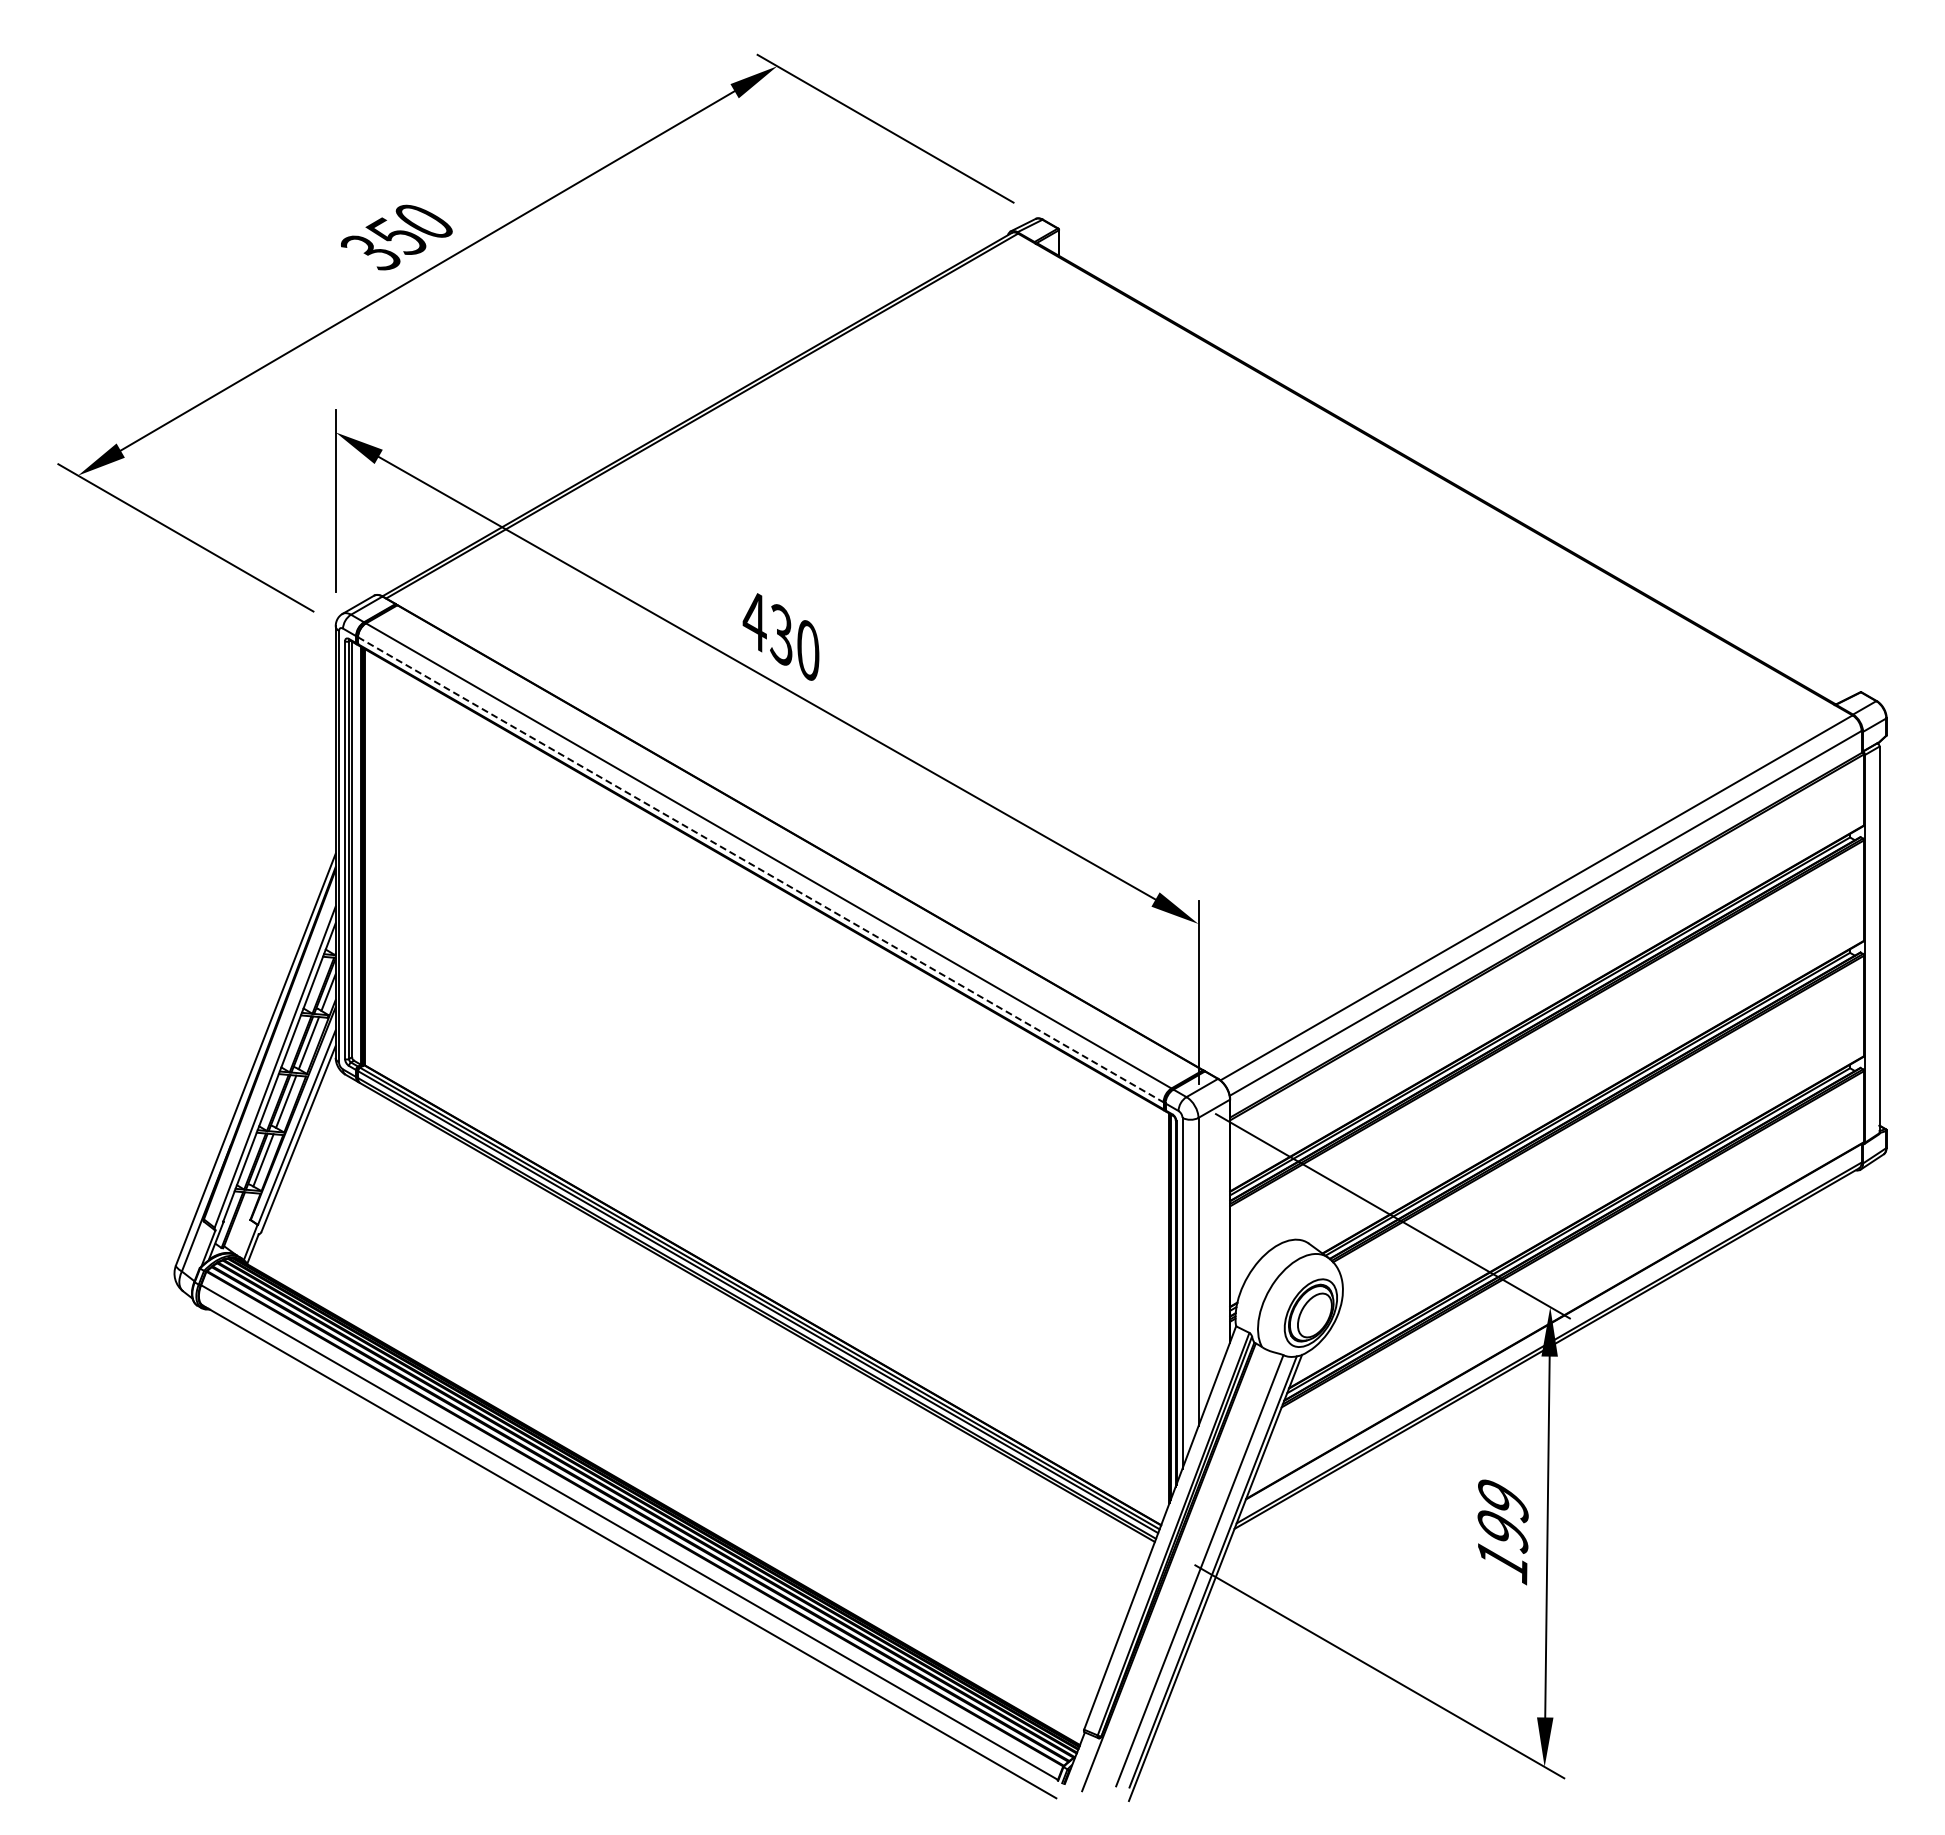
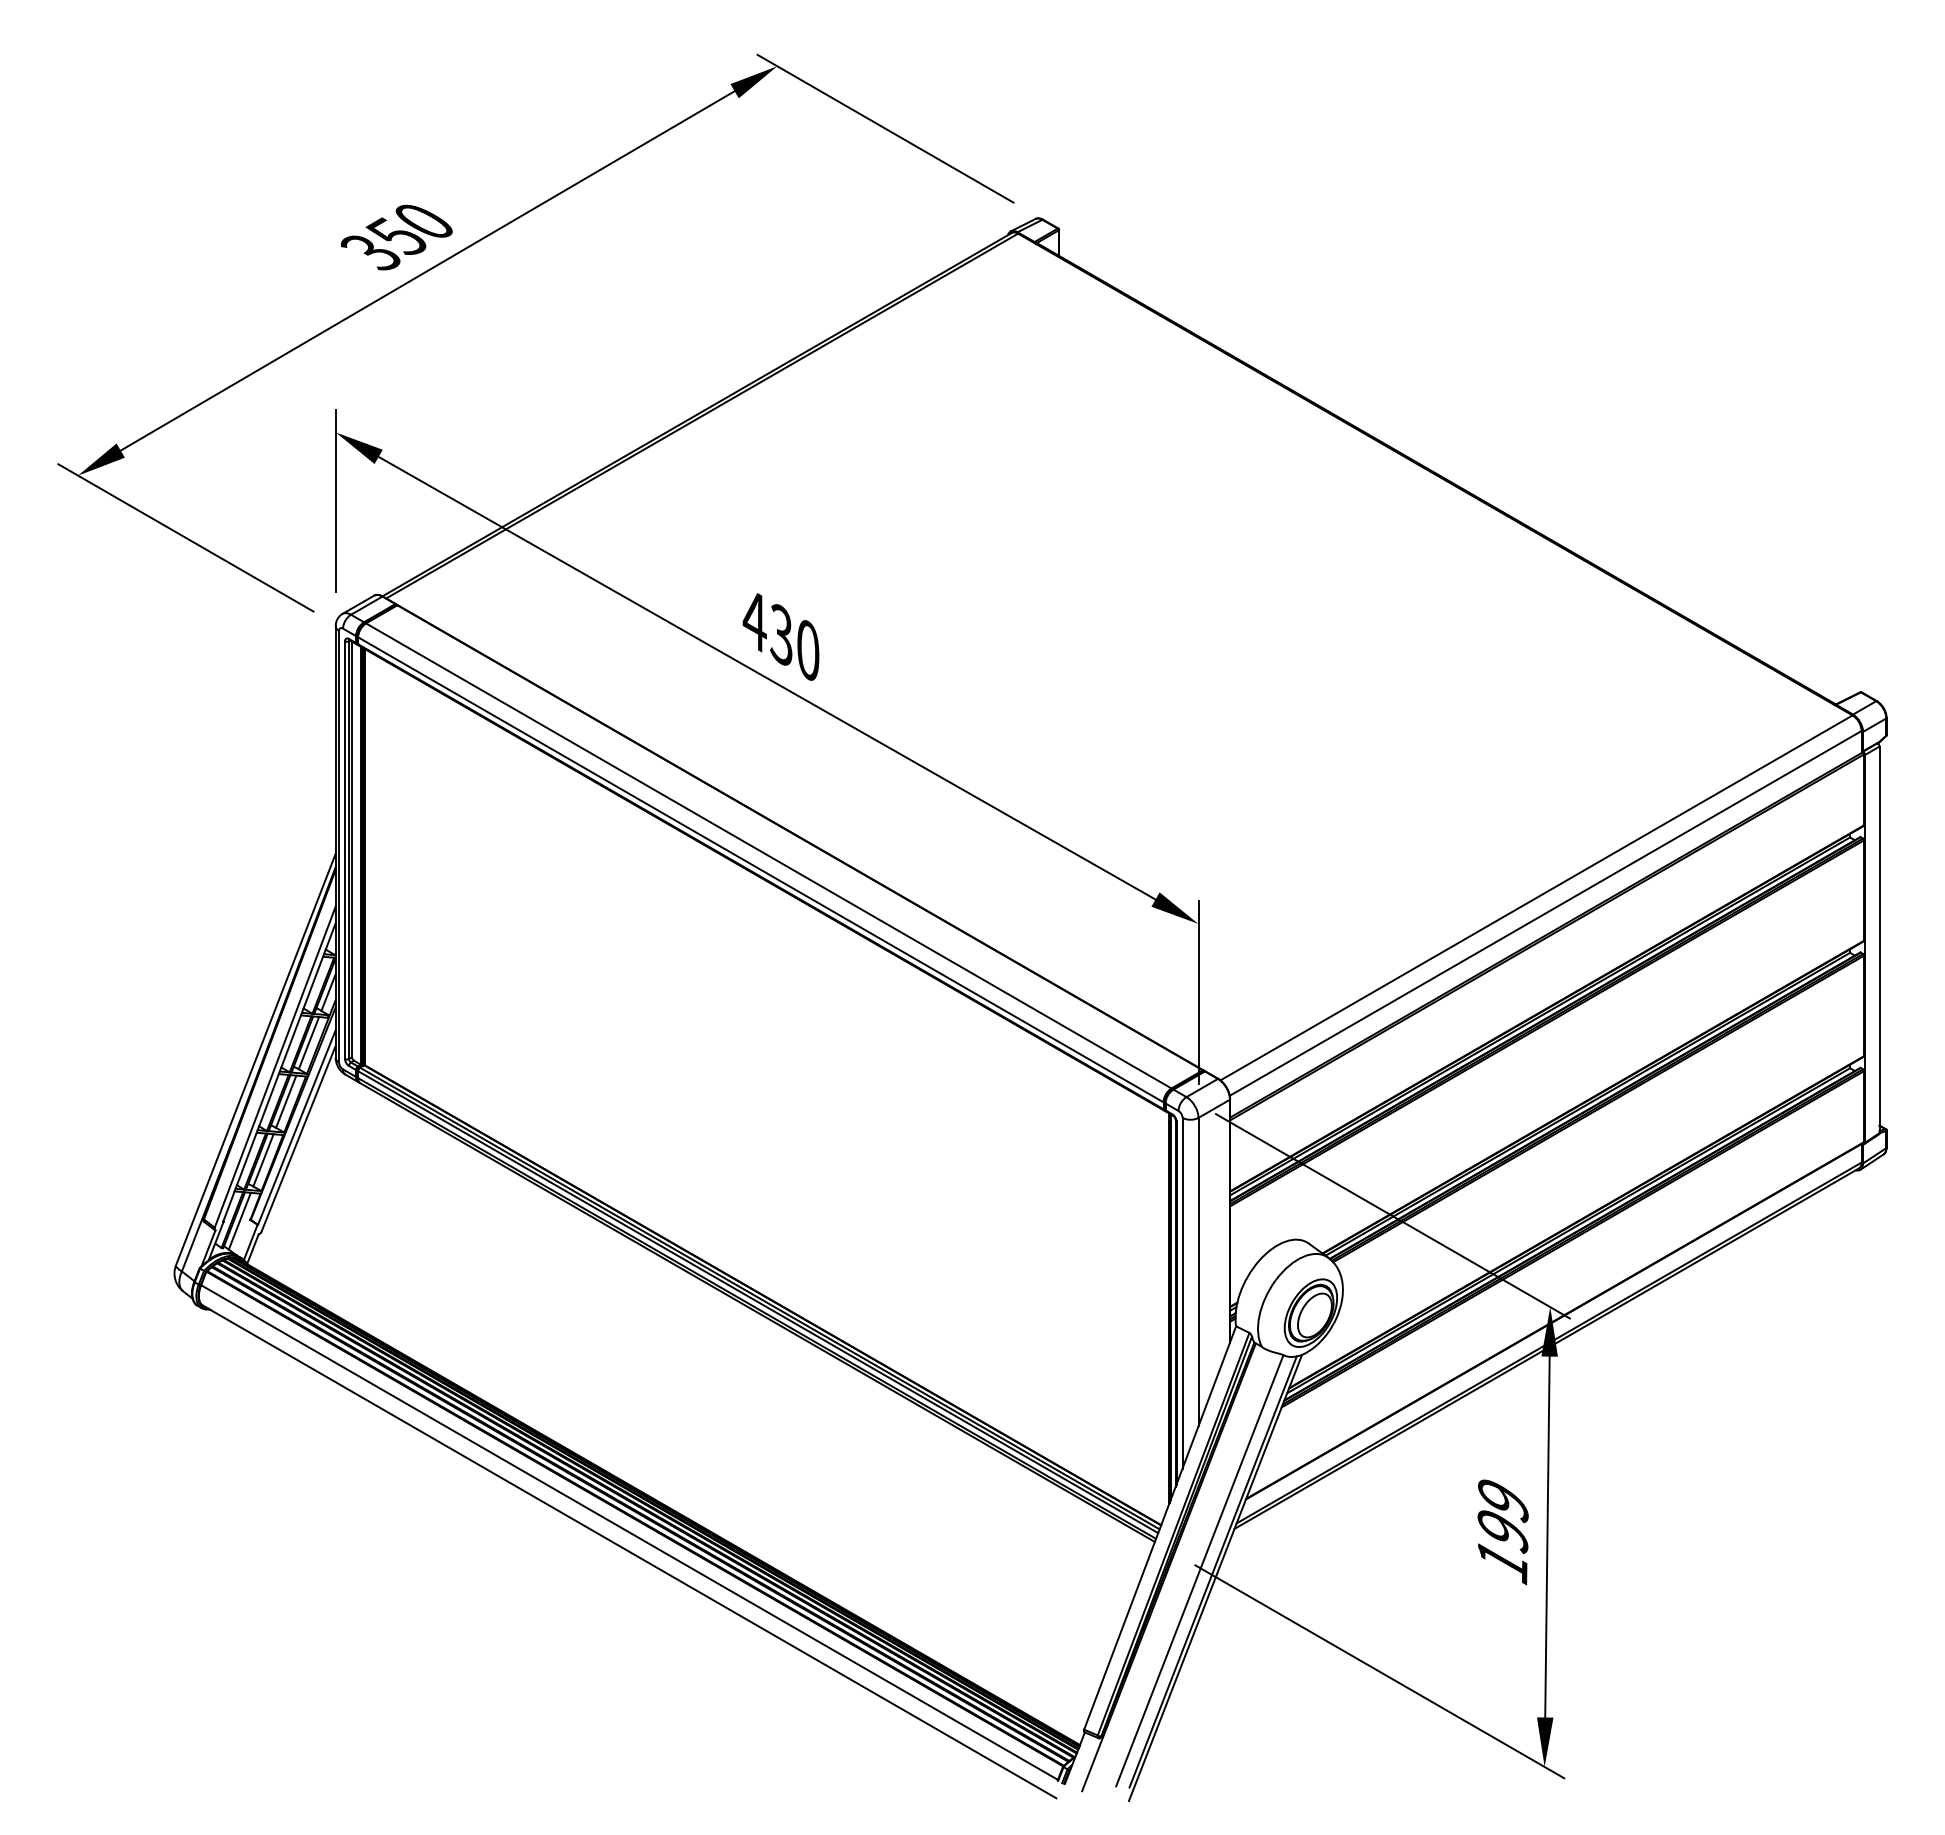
line at (761, 870): dashed -> solid
line at (239, 1220): none -> present
